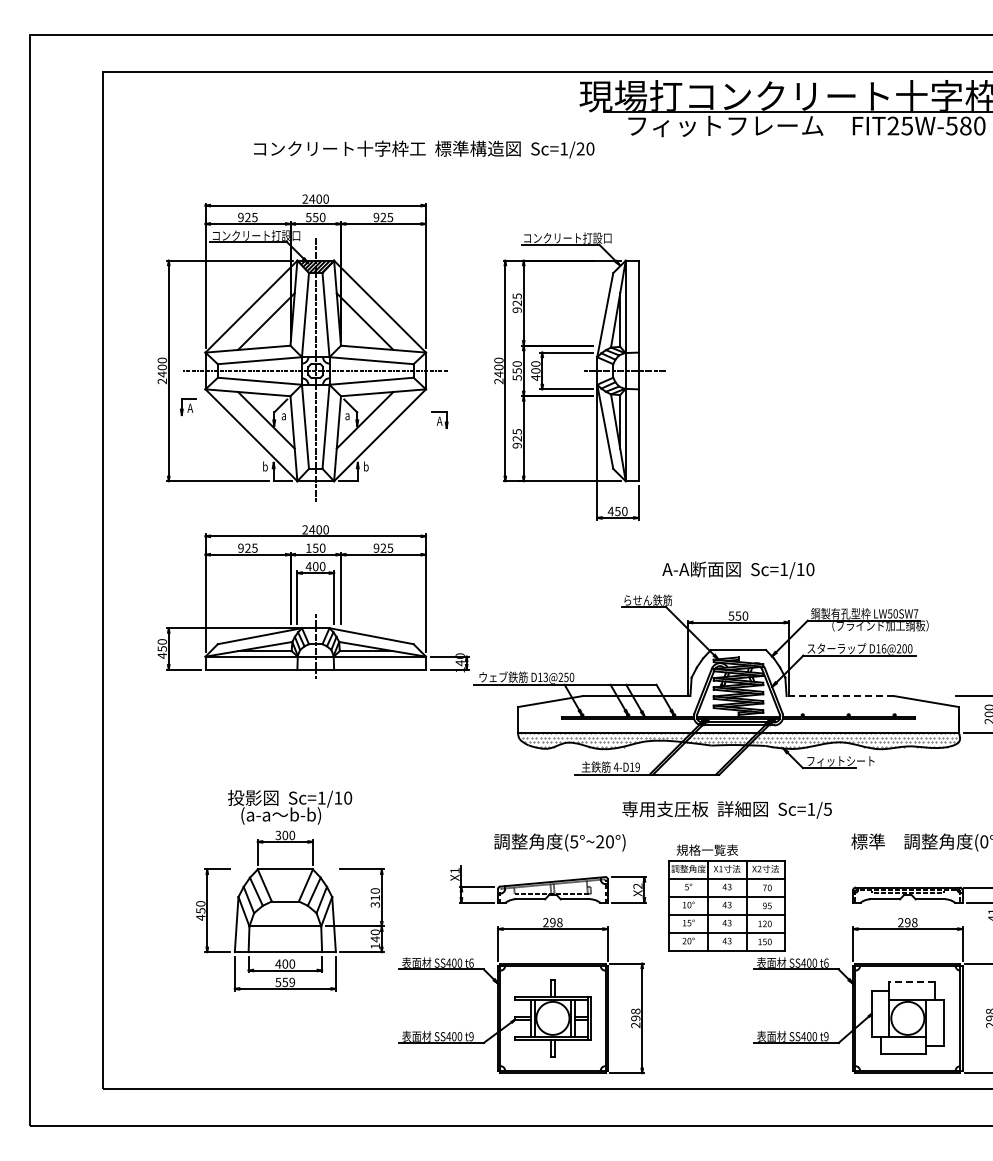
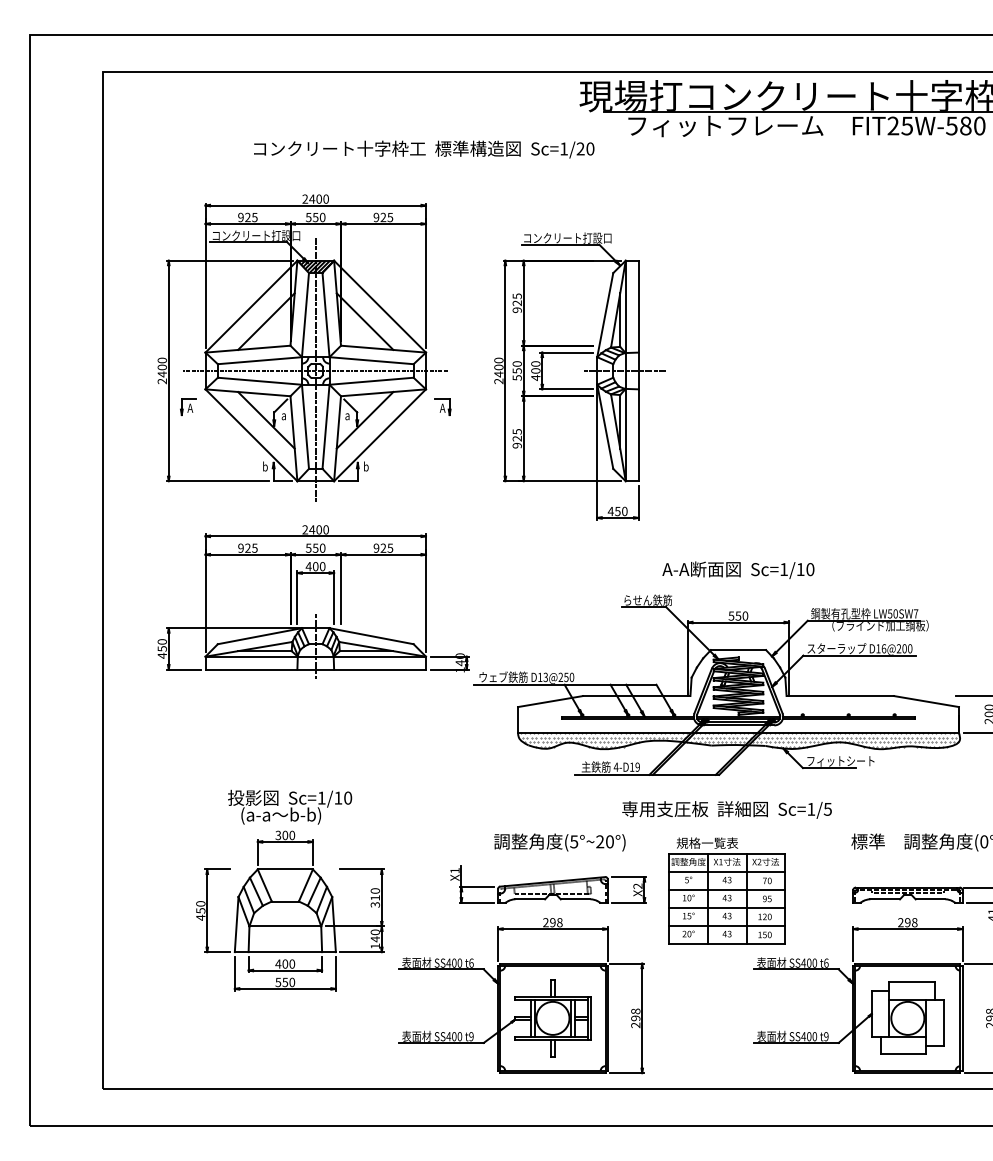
part at (439, 419) position: (439, 419) -> (442, 406)
text at (308, 547): 150 -> 550
line at (840, 696): dashed -> solid
part at (726, 897) position: (726, 897) -> (726, 890)
text at (291, 982): 559 -> 550
line at (912, 982): dashed -> solid
